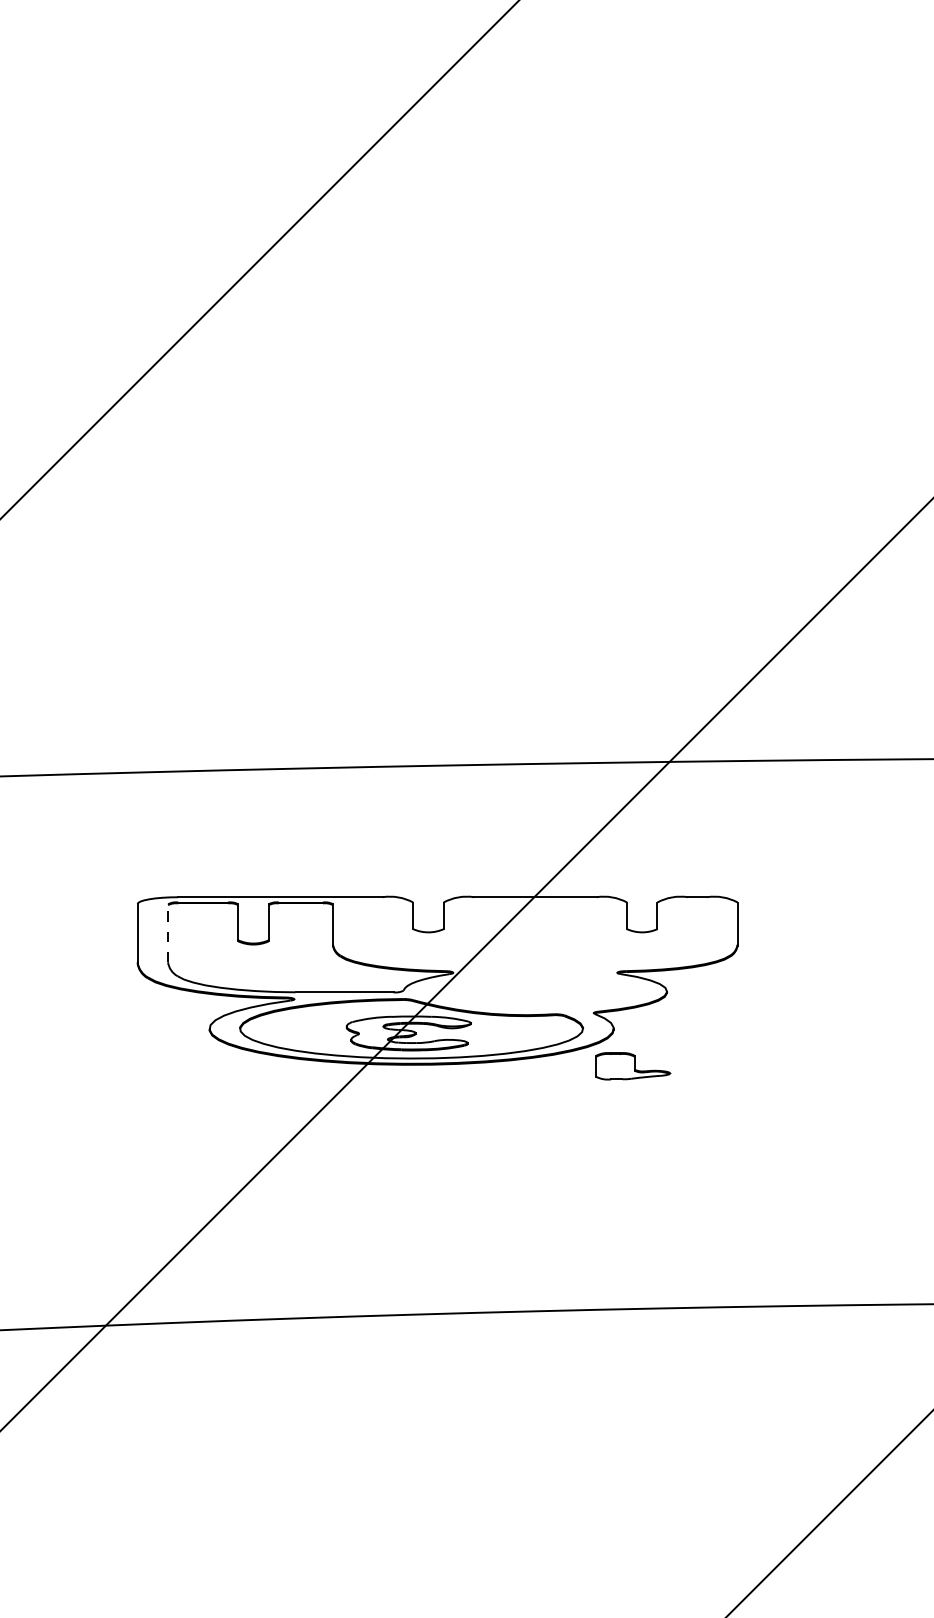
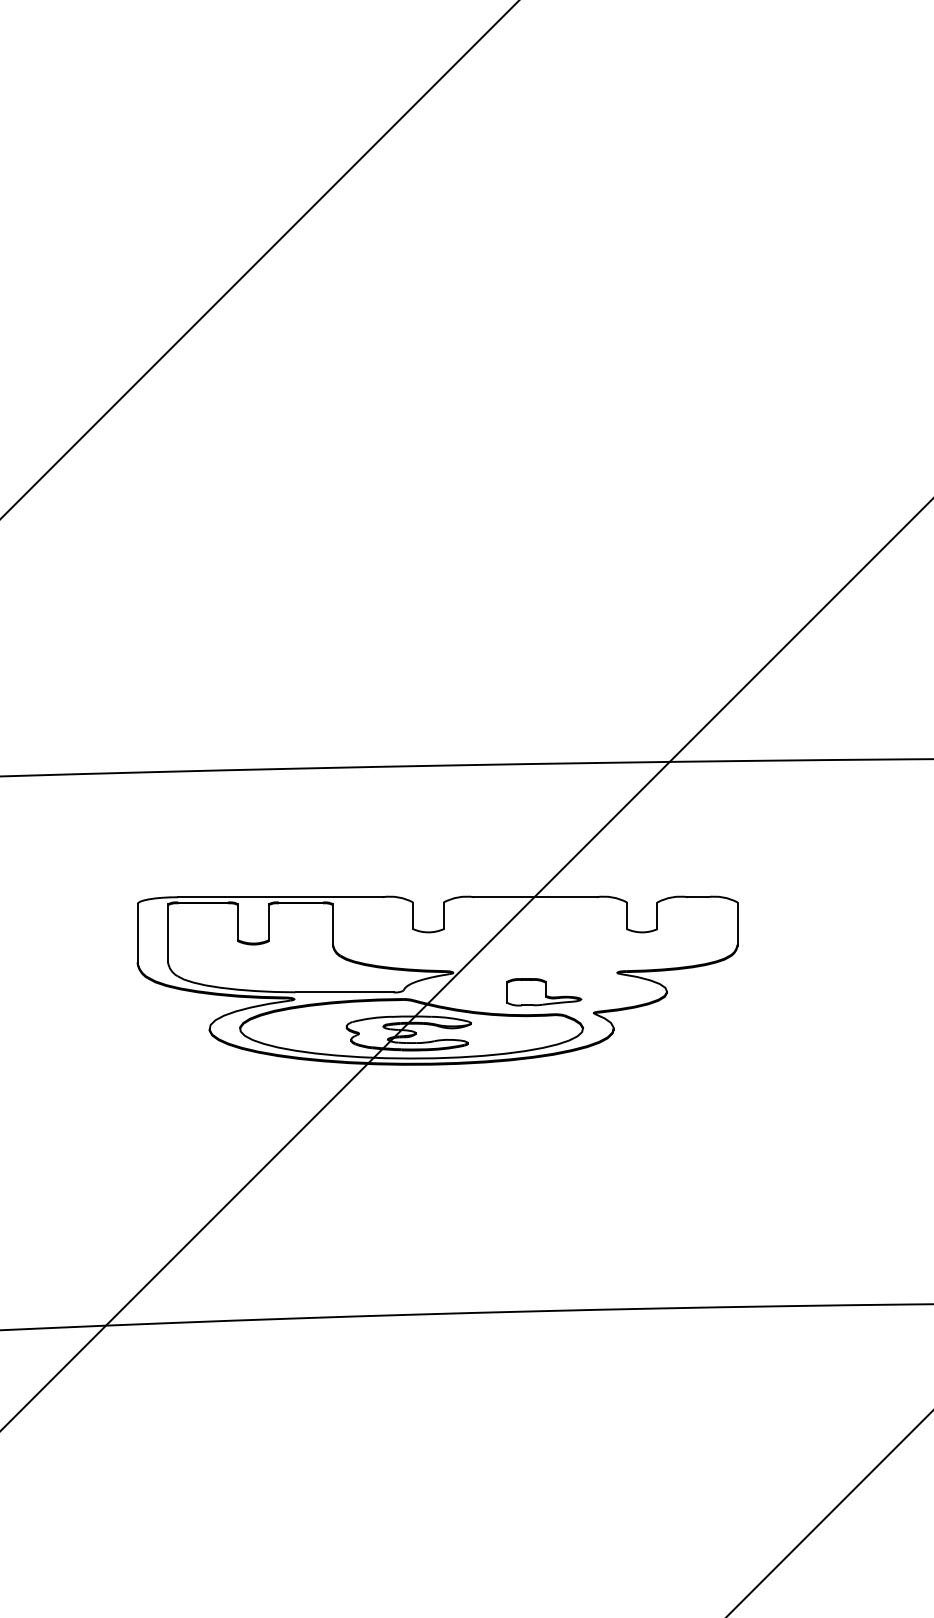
line at (168, 933): dashed -> solid
part at (633, 1066) position: (633, 1066) -> (544, 992)
